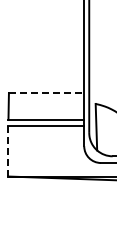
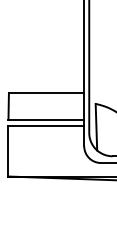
line at (46, 92): dashed -> solid
line at (8, 151): dashed -> solid
